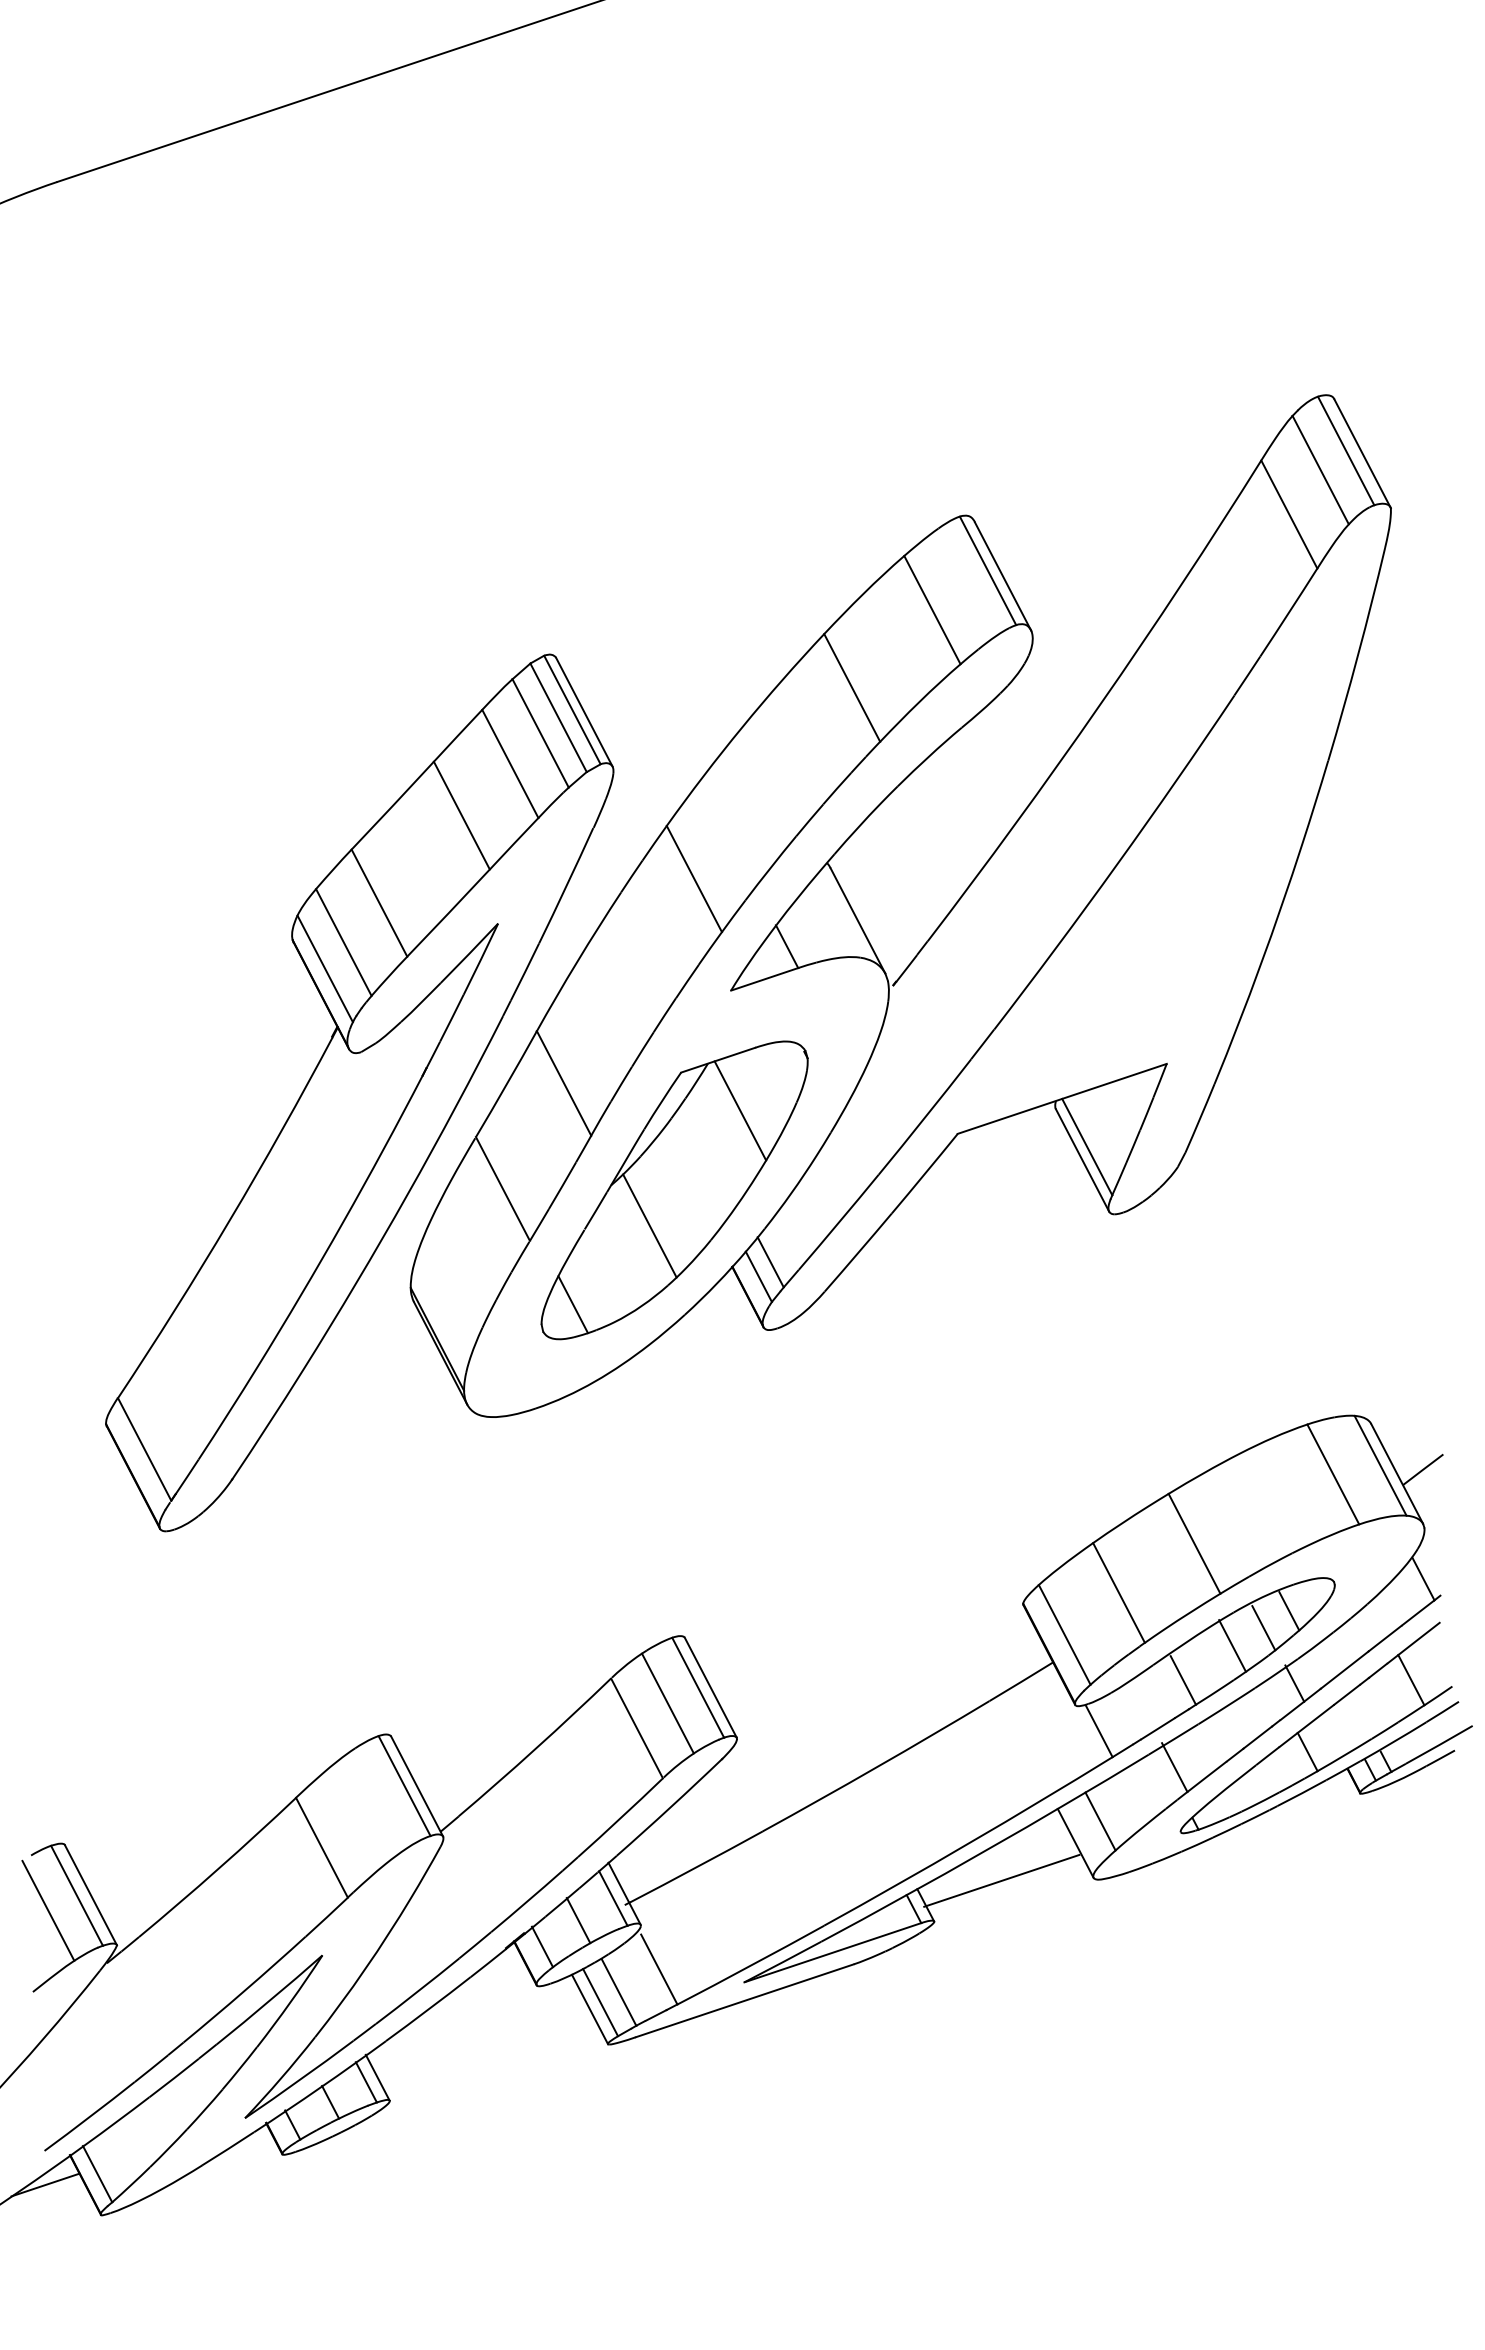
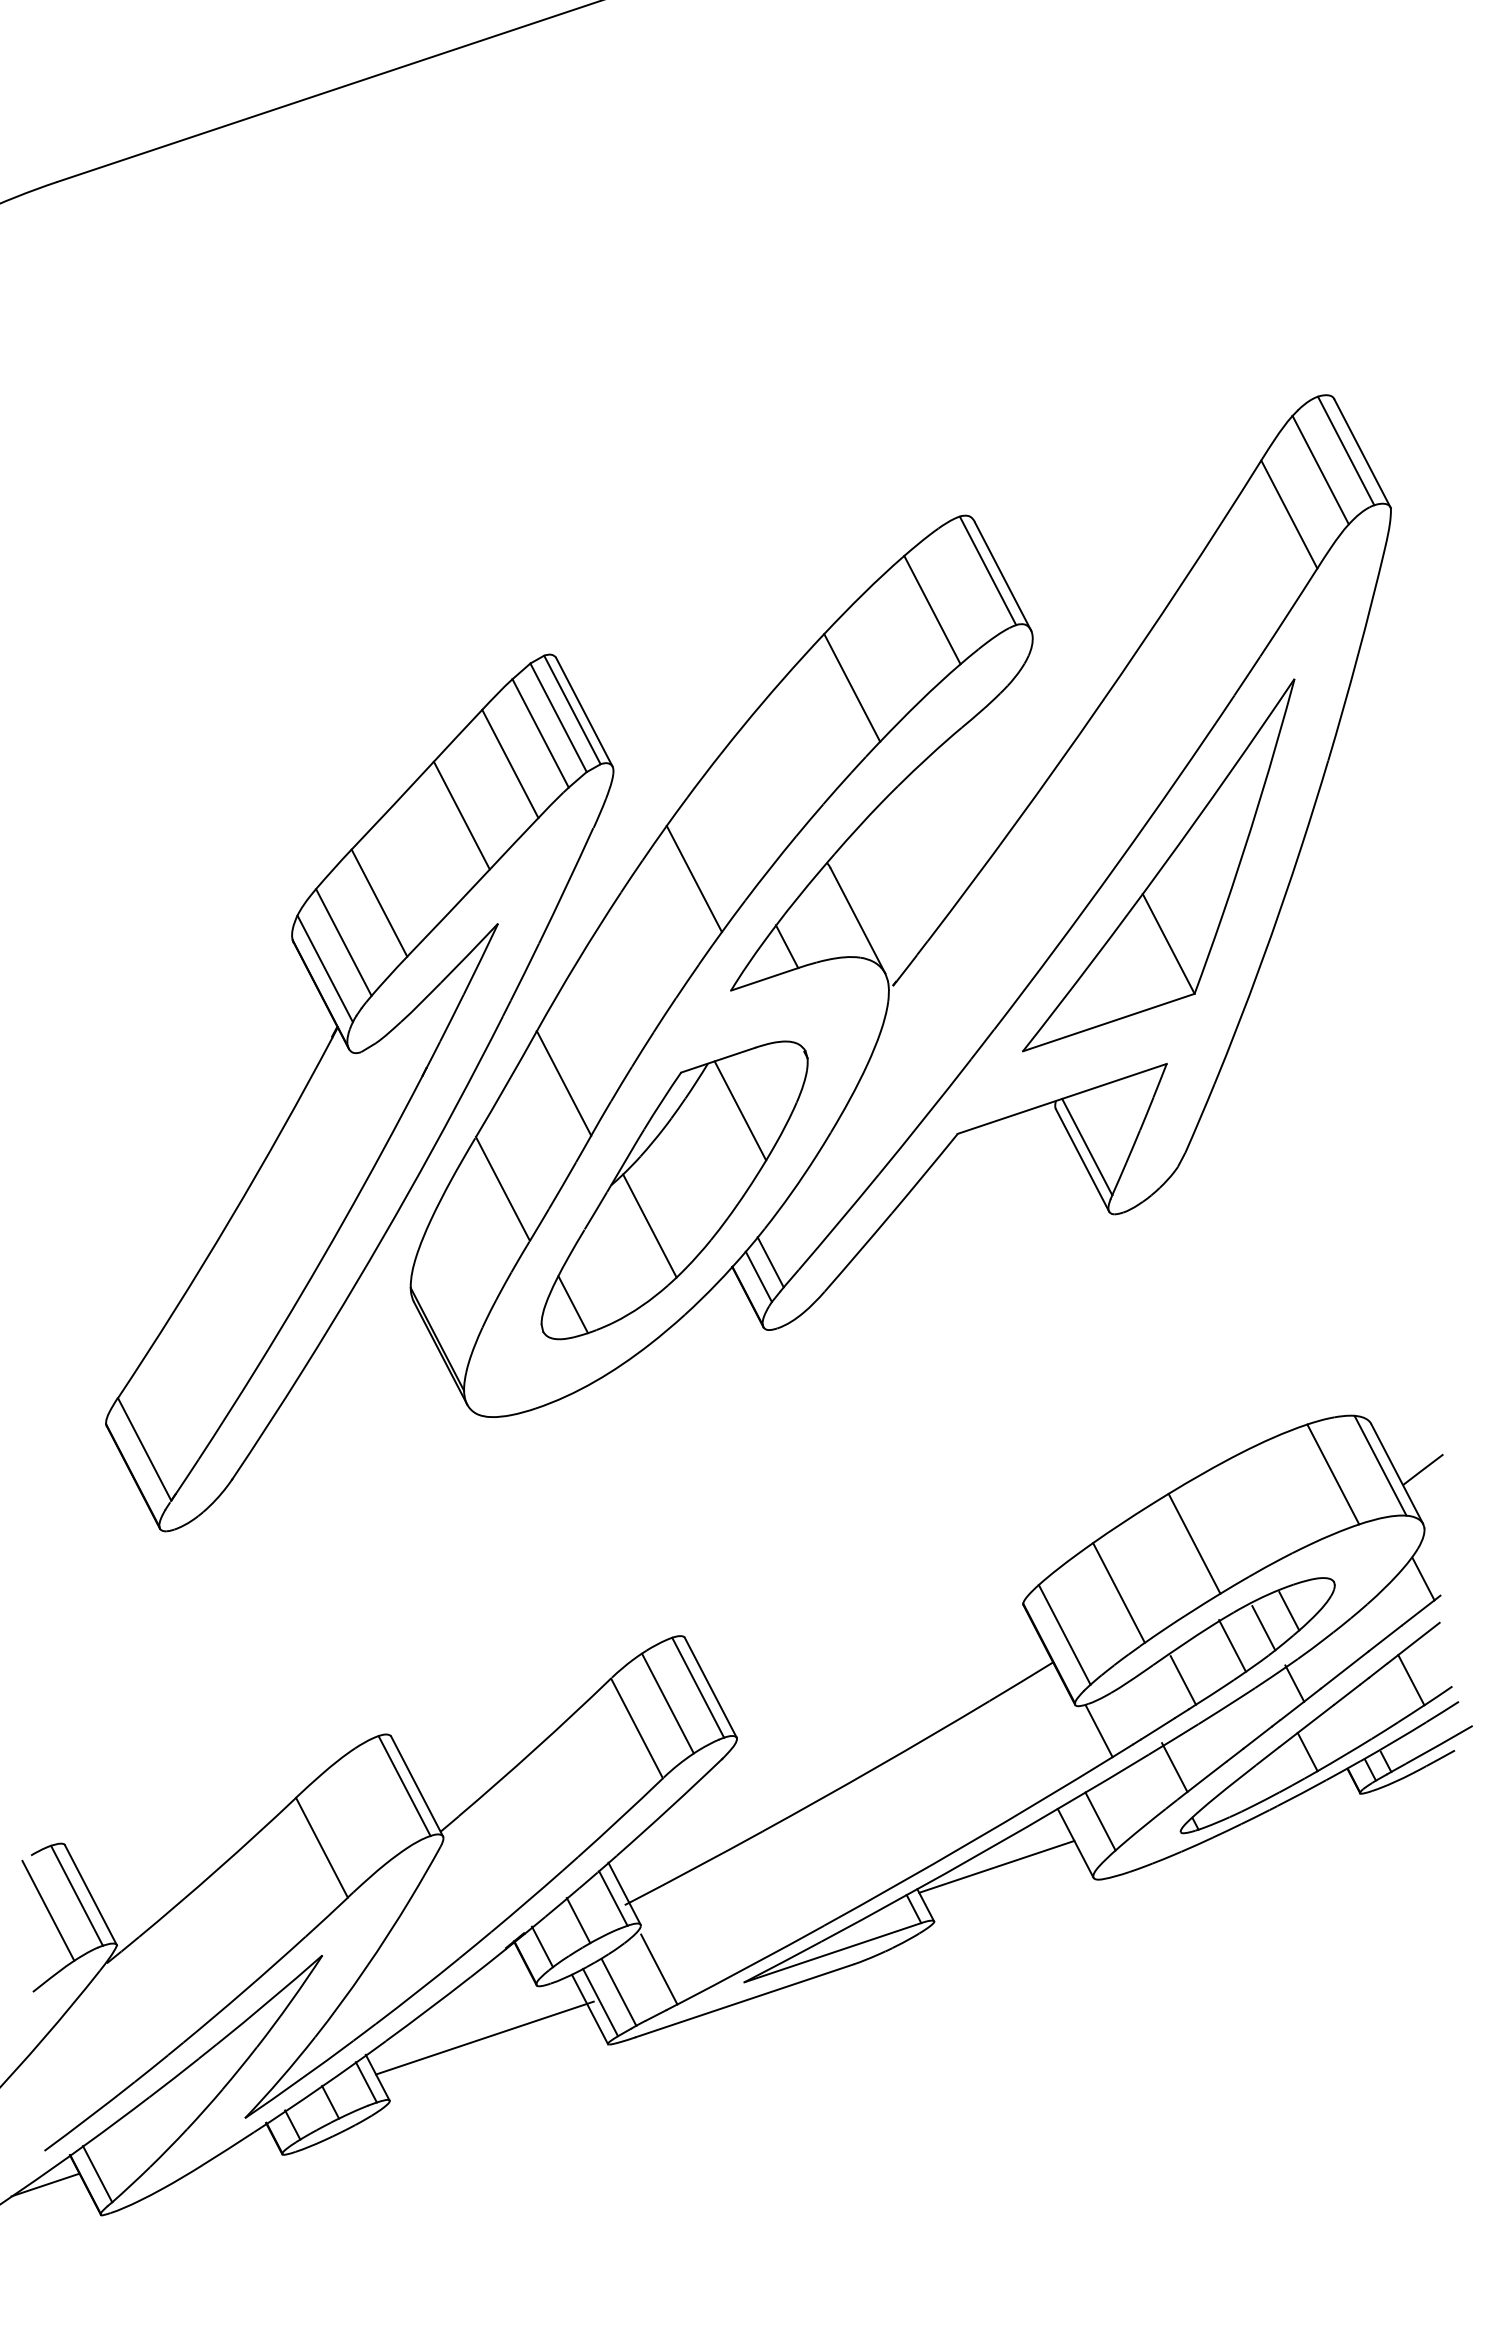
part at (1158, 865): none -> present
line at (1001, 1880) position: (1001, 1880) -> (996, 1866)
line at (484, 2037): none -> present
